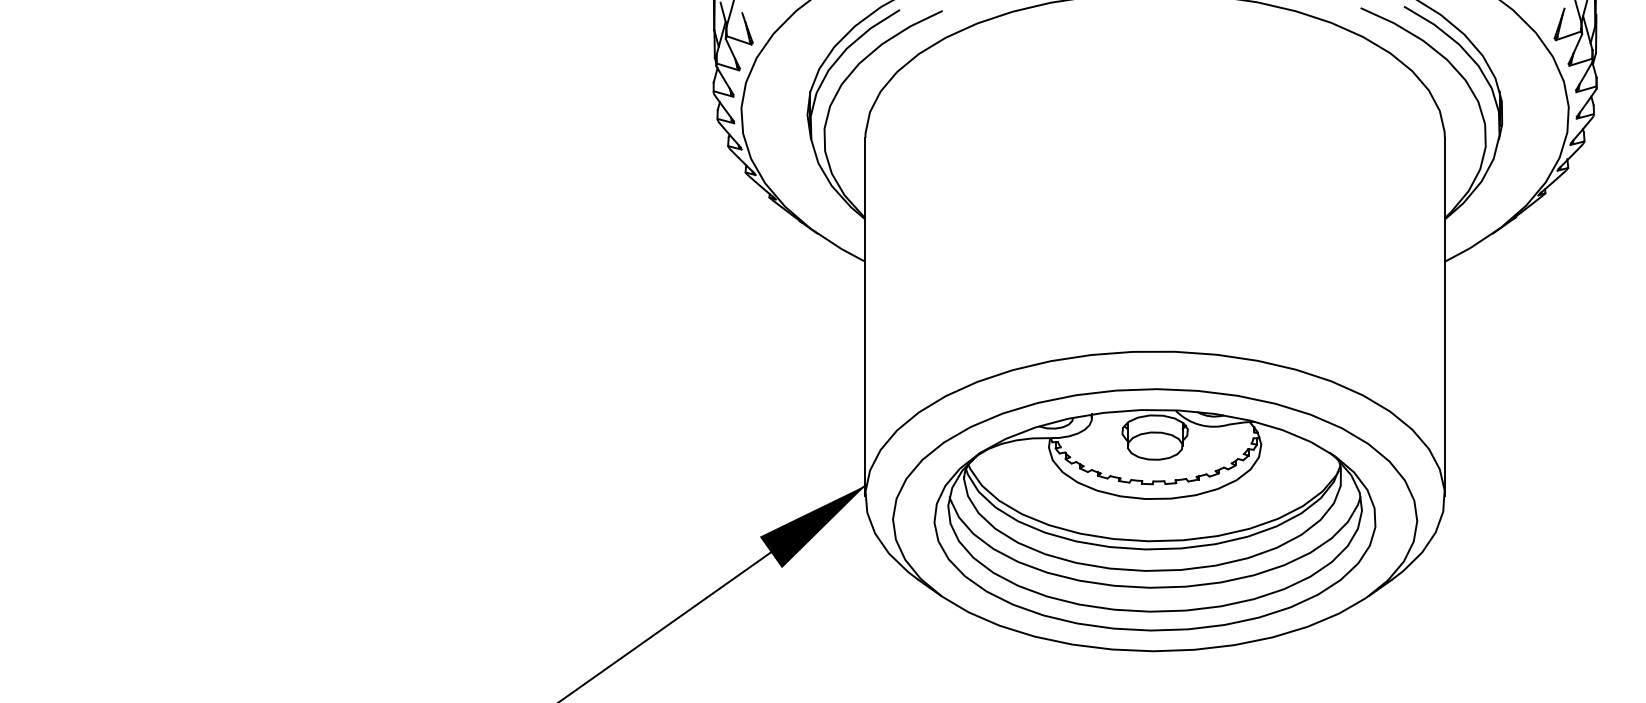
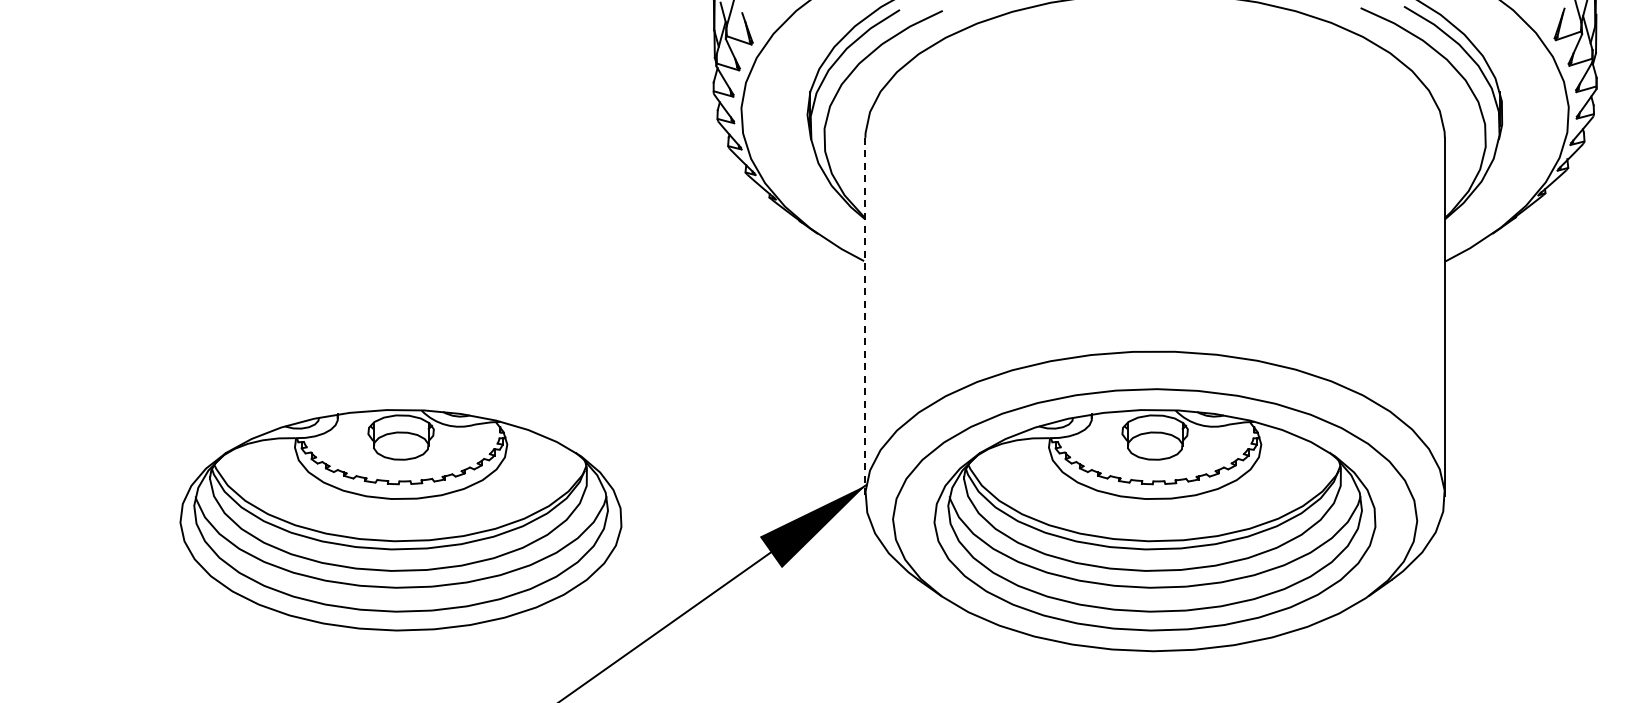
line at (865, 317): solid -> dashed
part at (400, 520): none -> present
